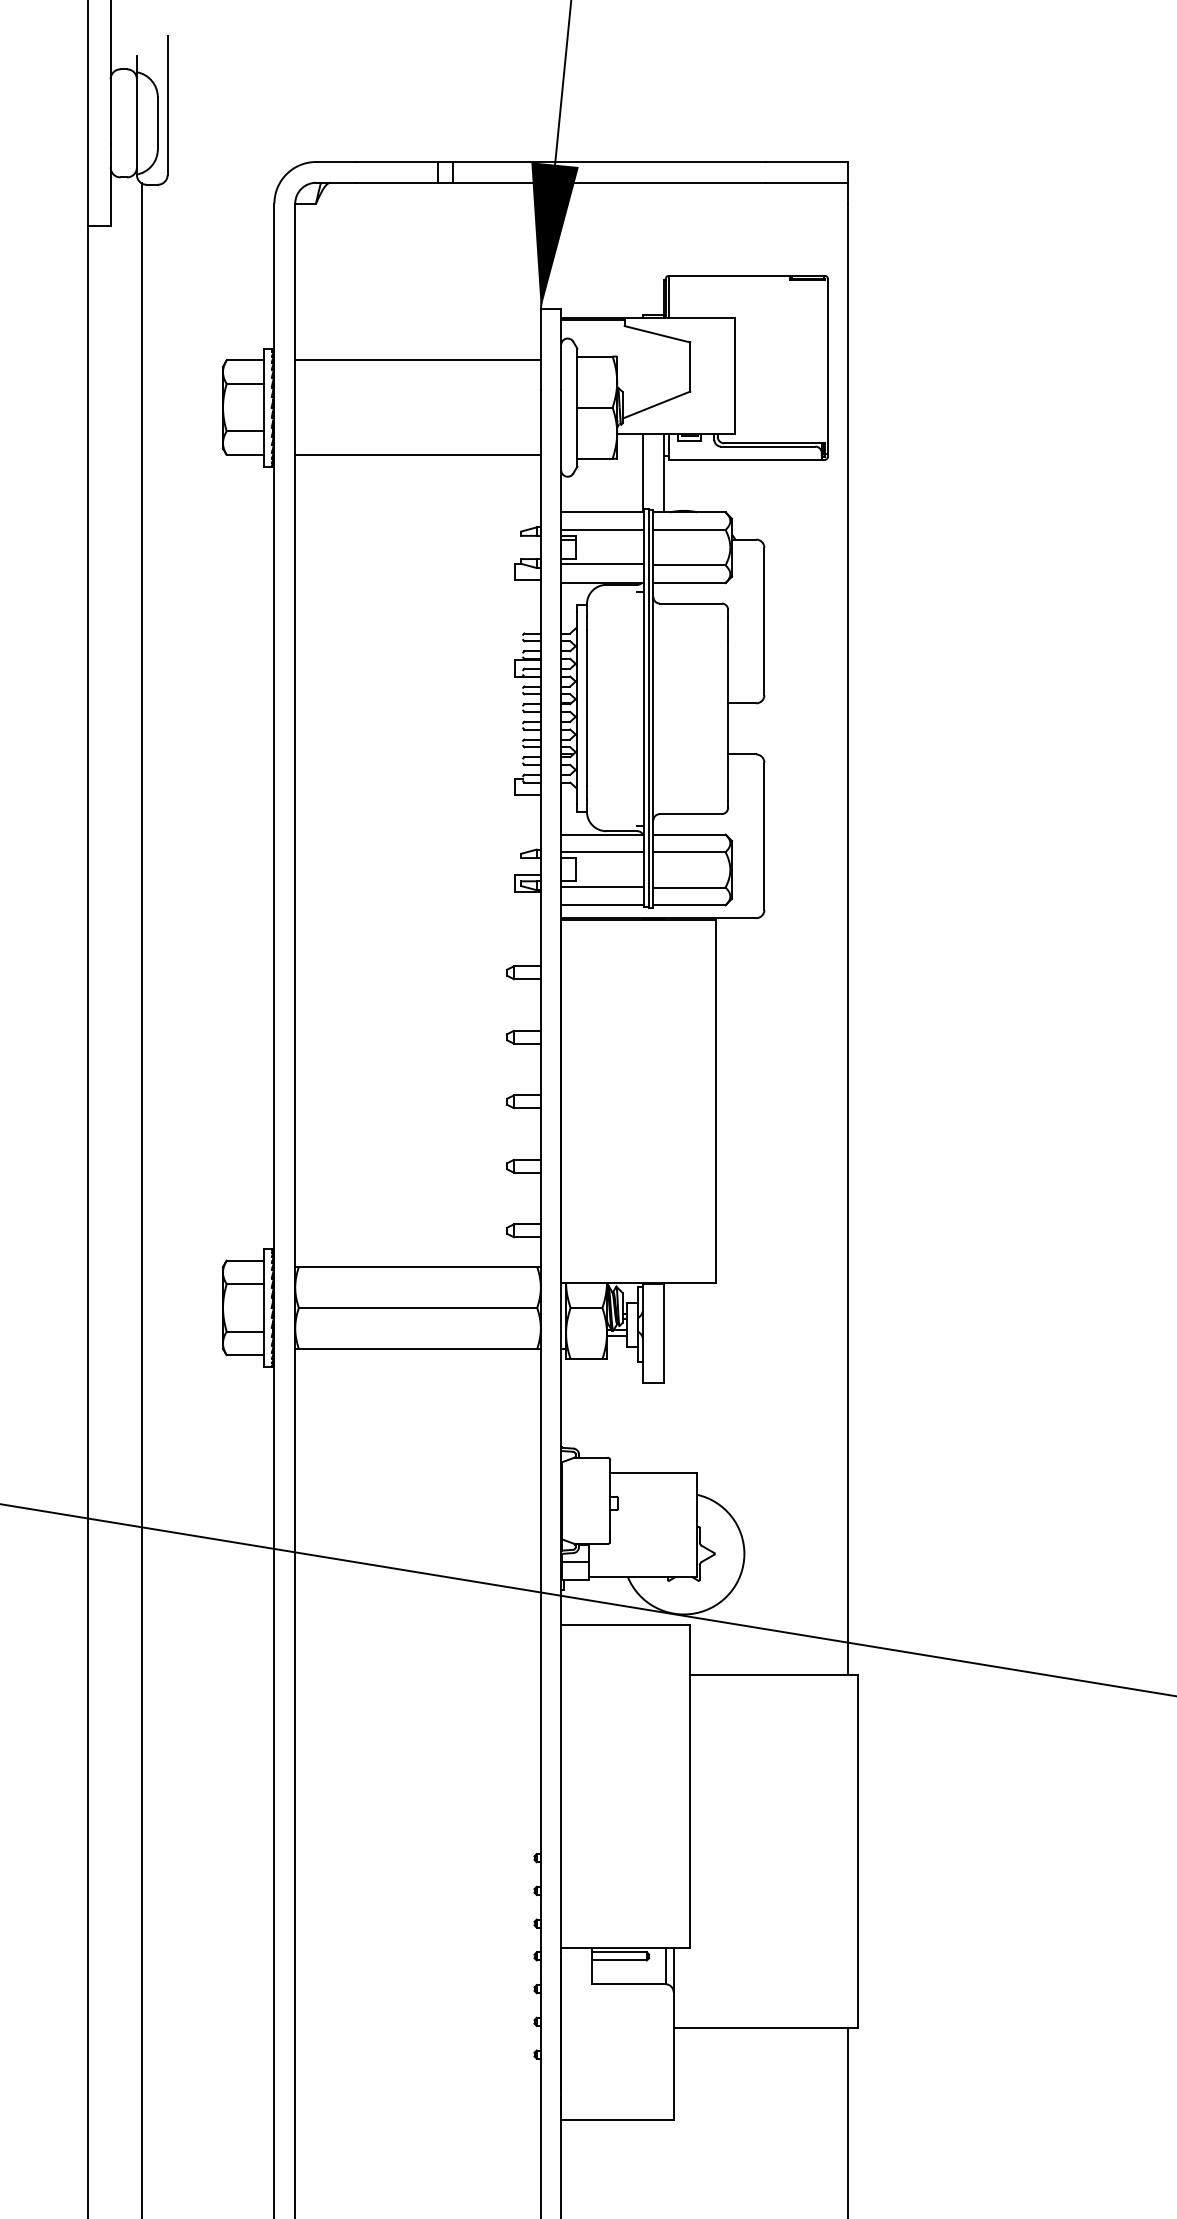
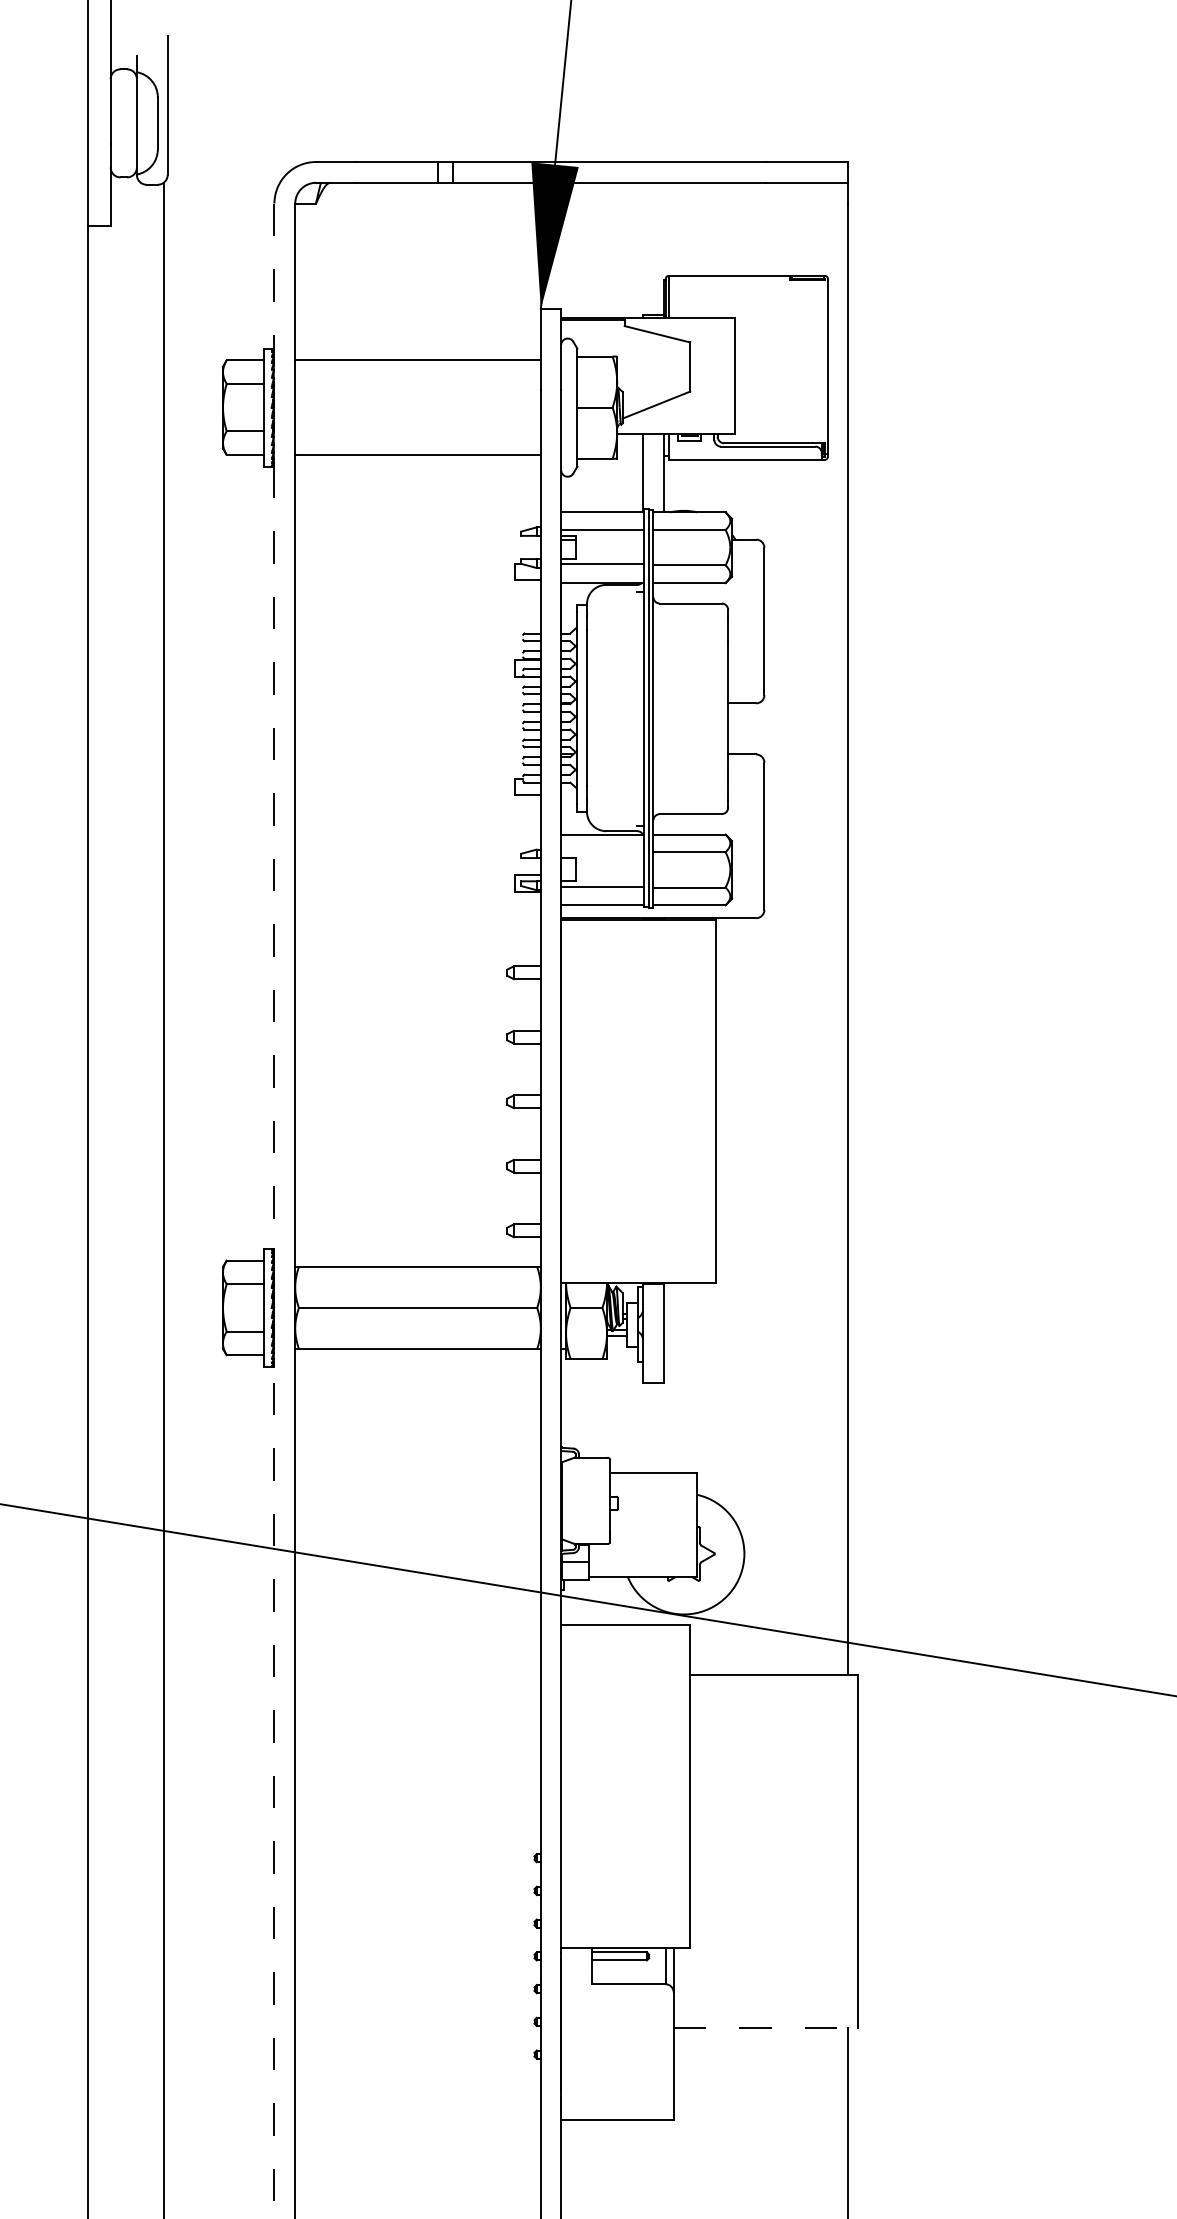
line at (602, 851): present -> none
line at (141, 1199) position: (141, 1199) -> (163, 1199)
line at (274, 1211): solid -> dashed
line at (766, 2028): solid -> dashed
